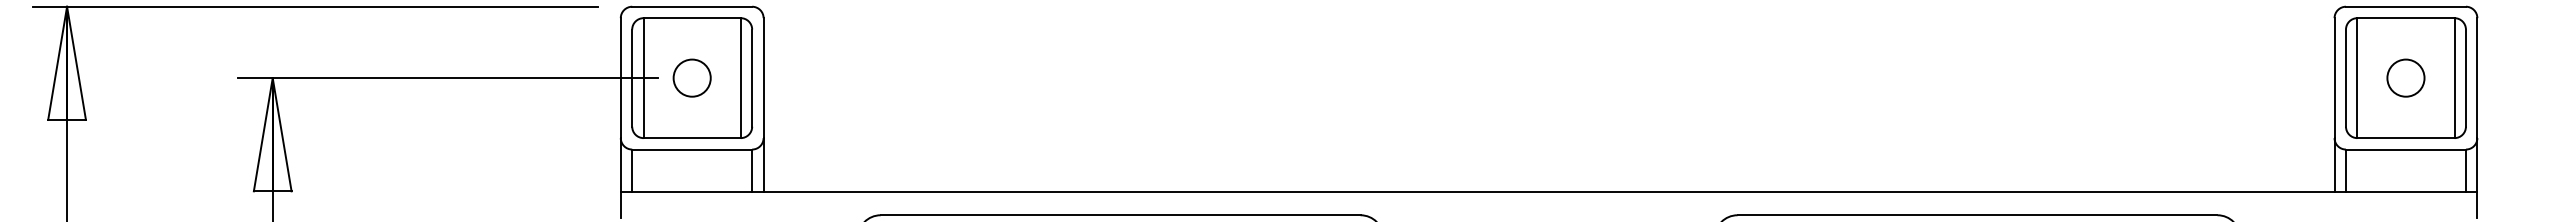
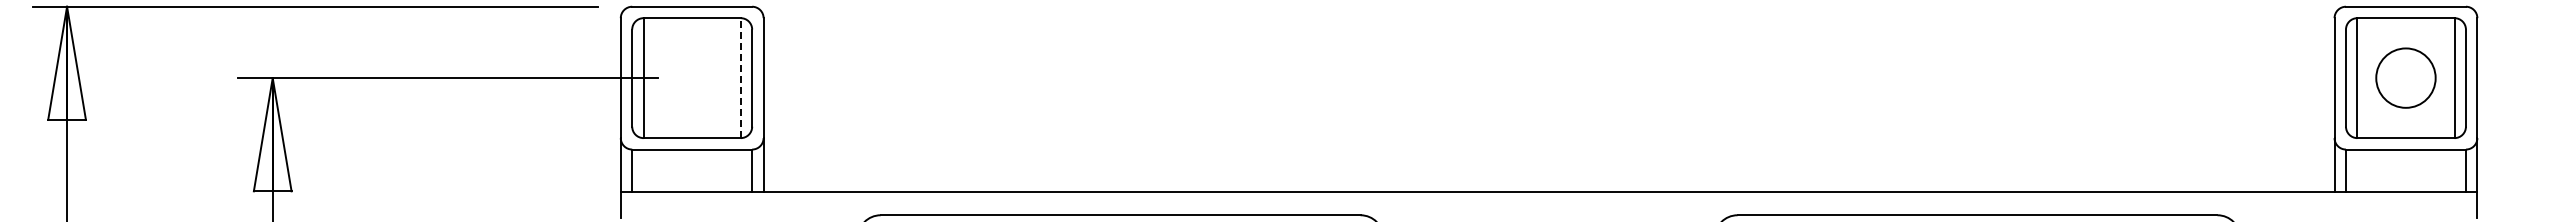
circle at (691, 77): present -> none
circle at (2405, 77) diameter: 37 px -> 59 px
line at (740, 78): solid -> dashed
